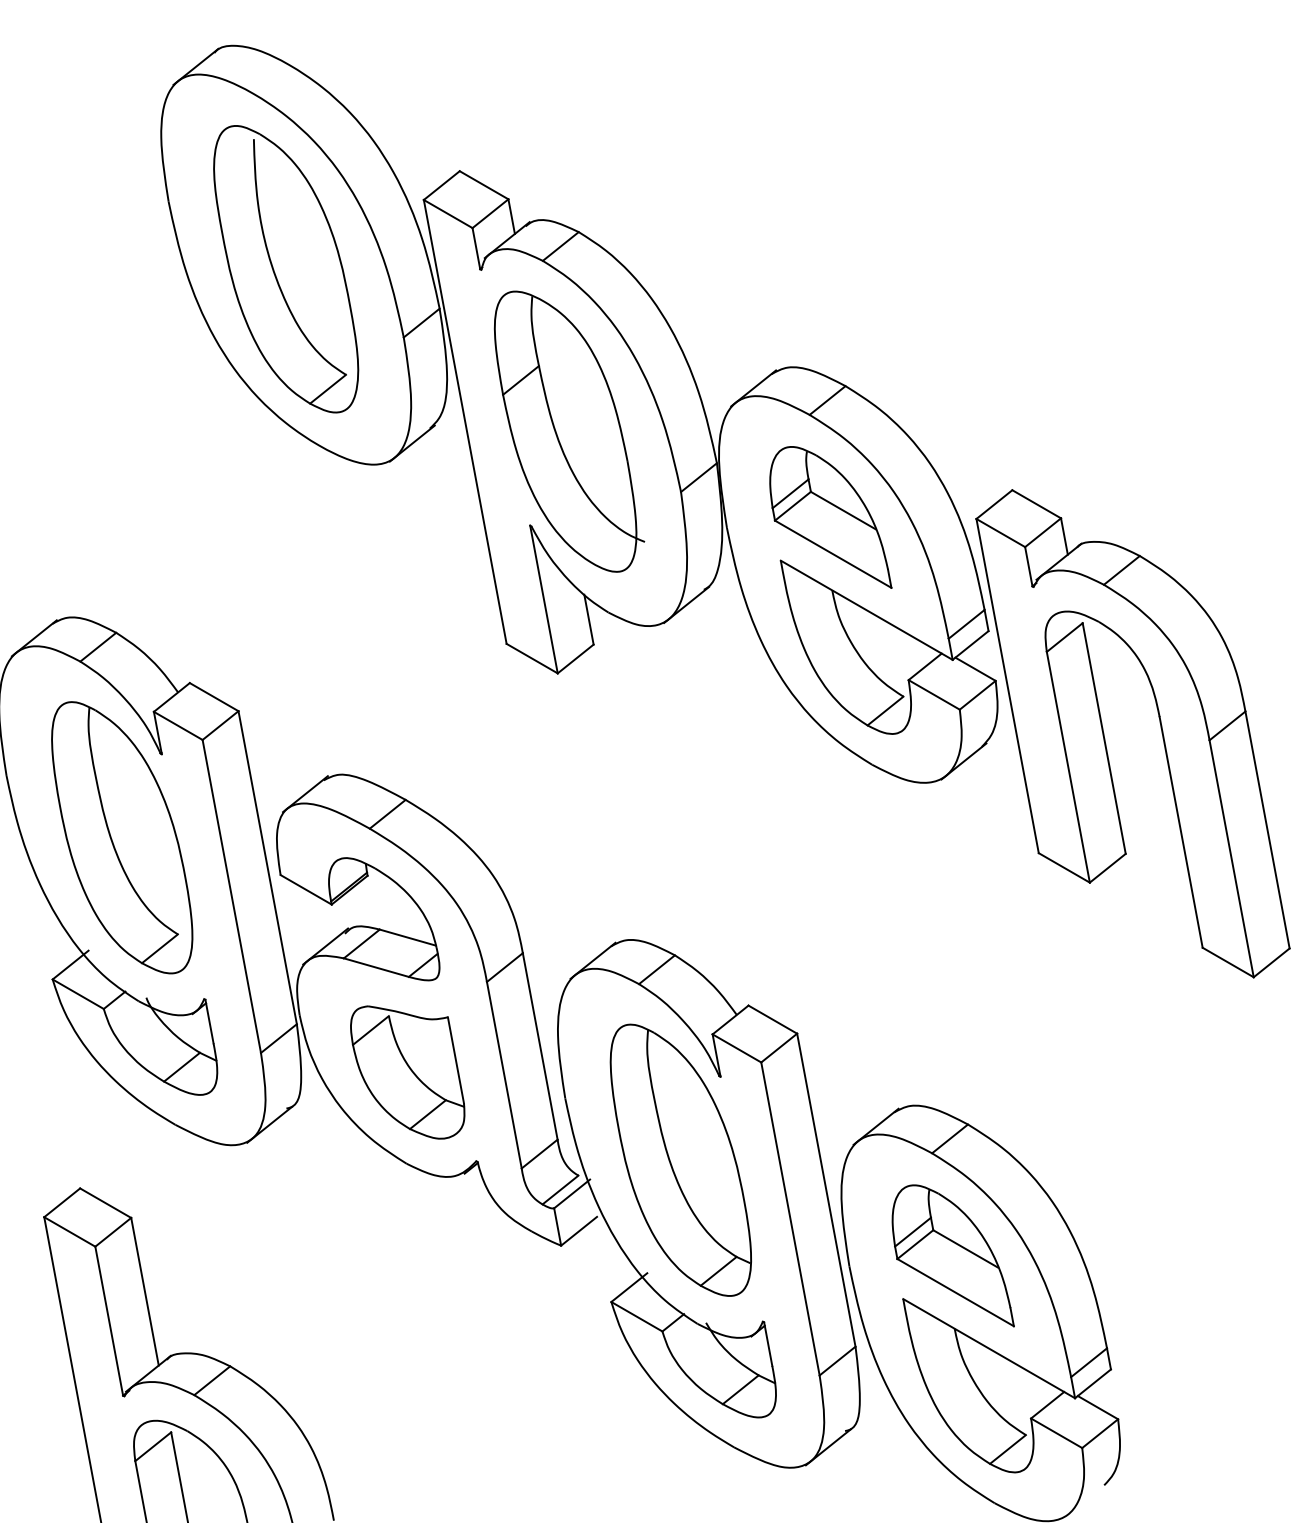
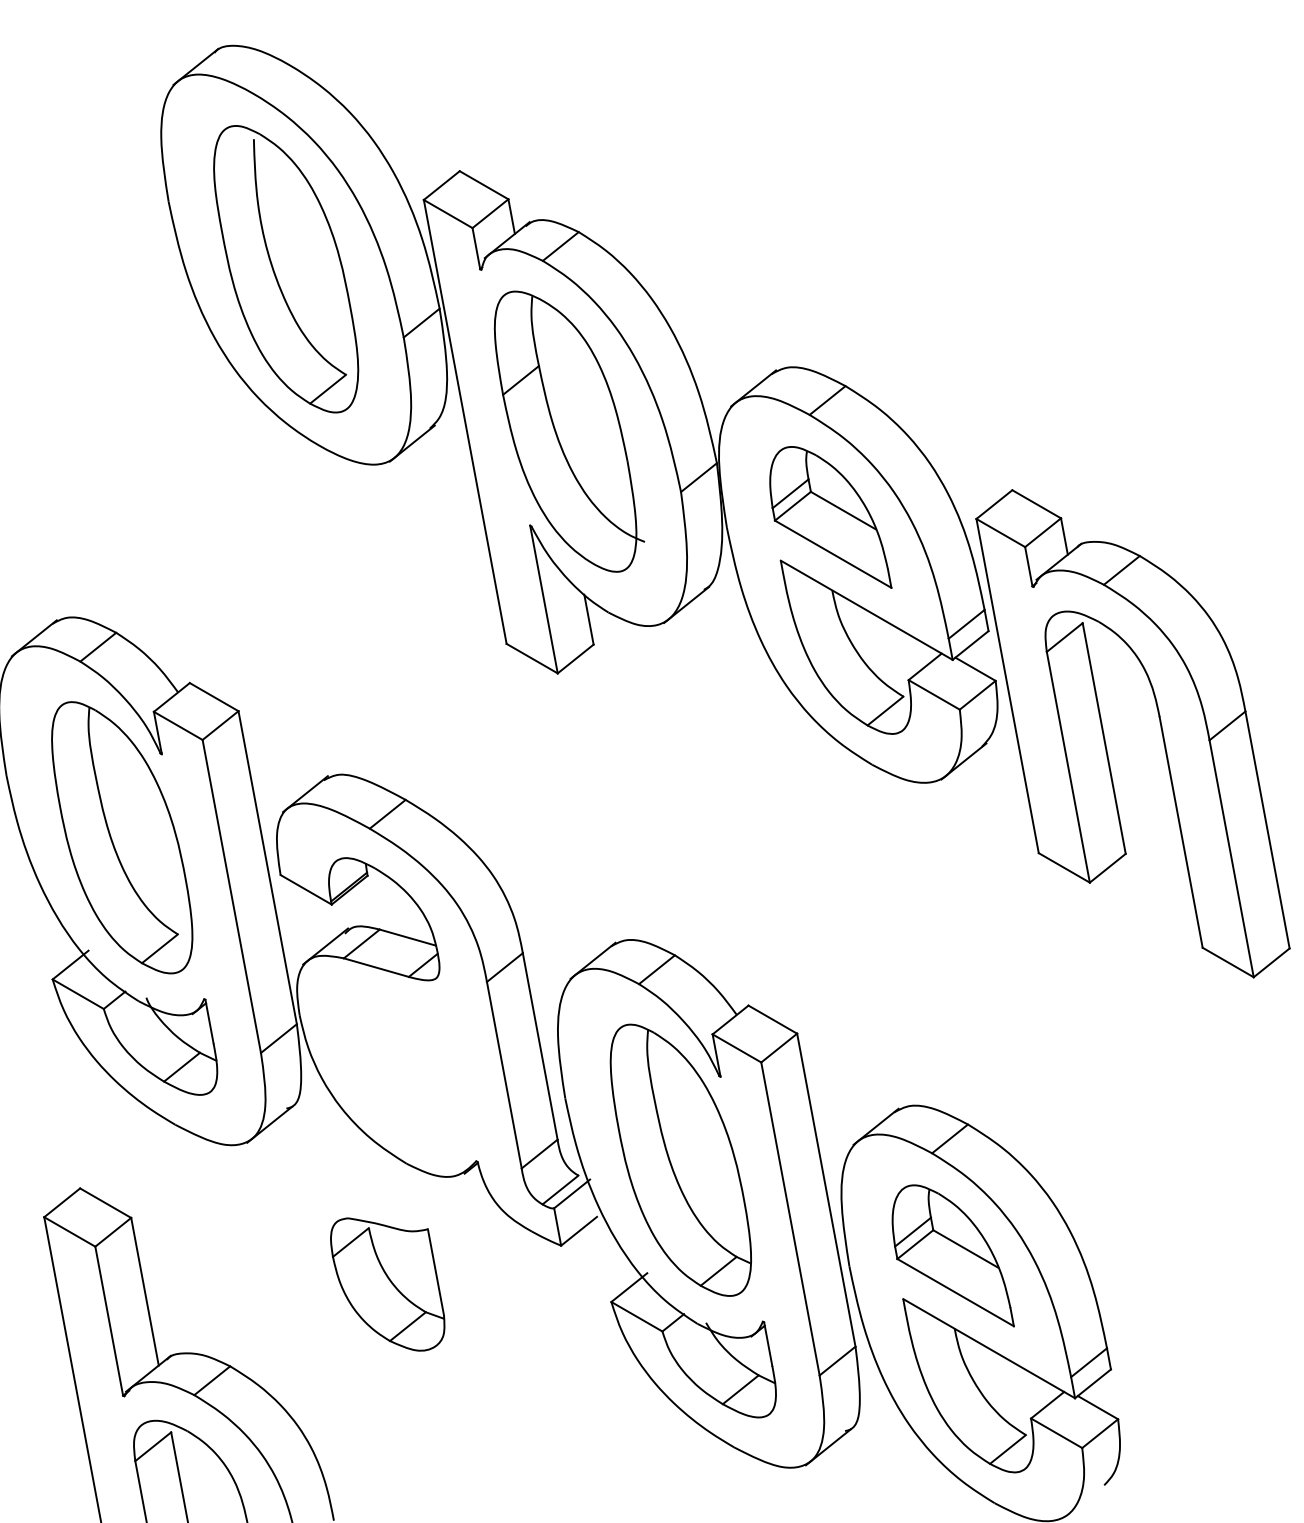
part at (407, 1072) position: (407, 1072) -> (387, 1284)
